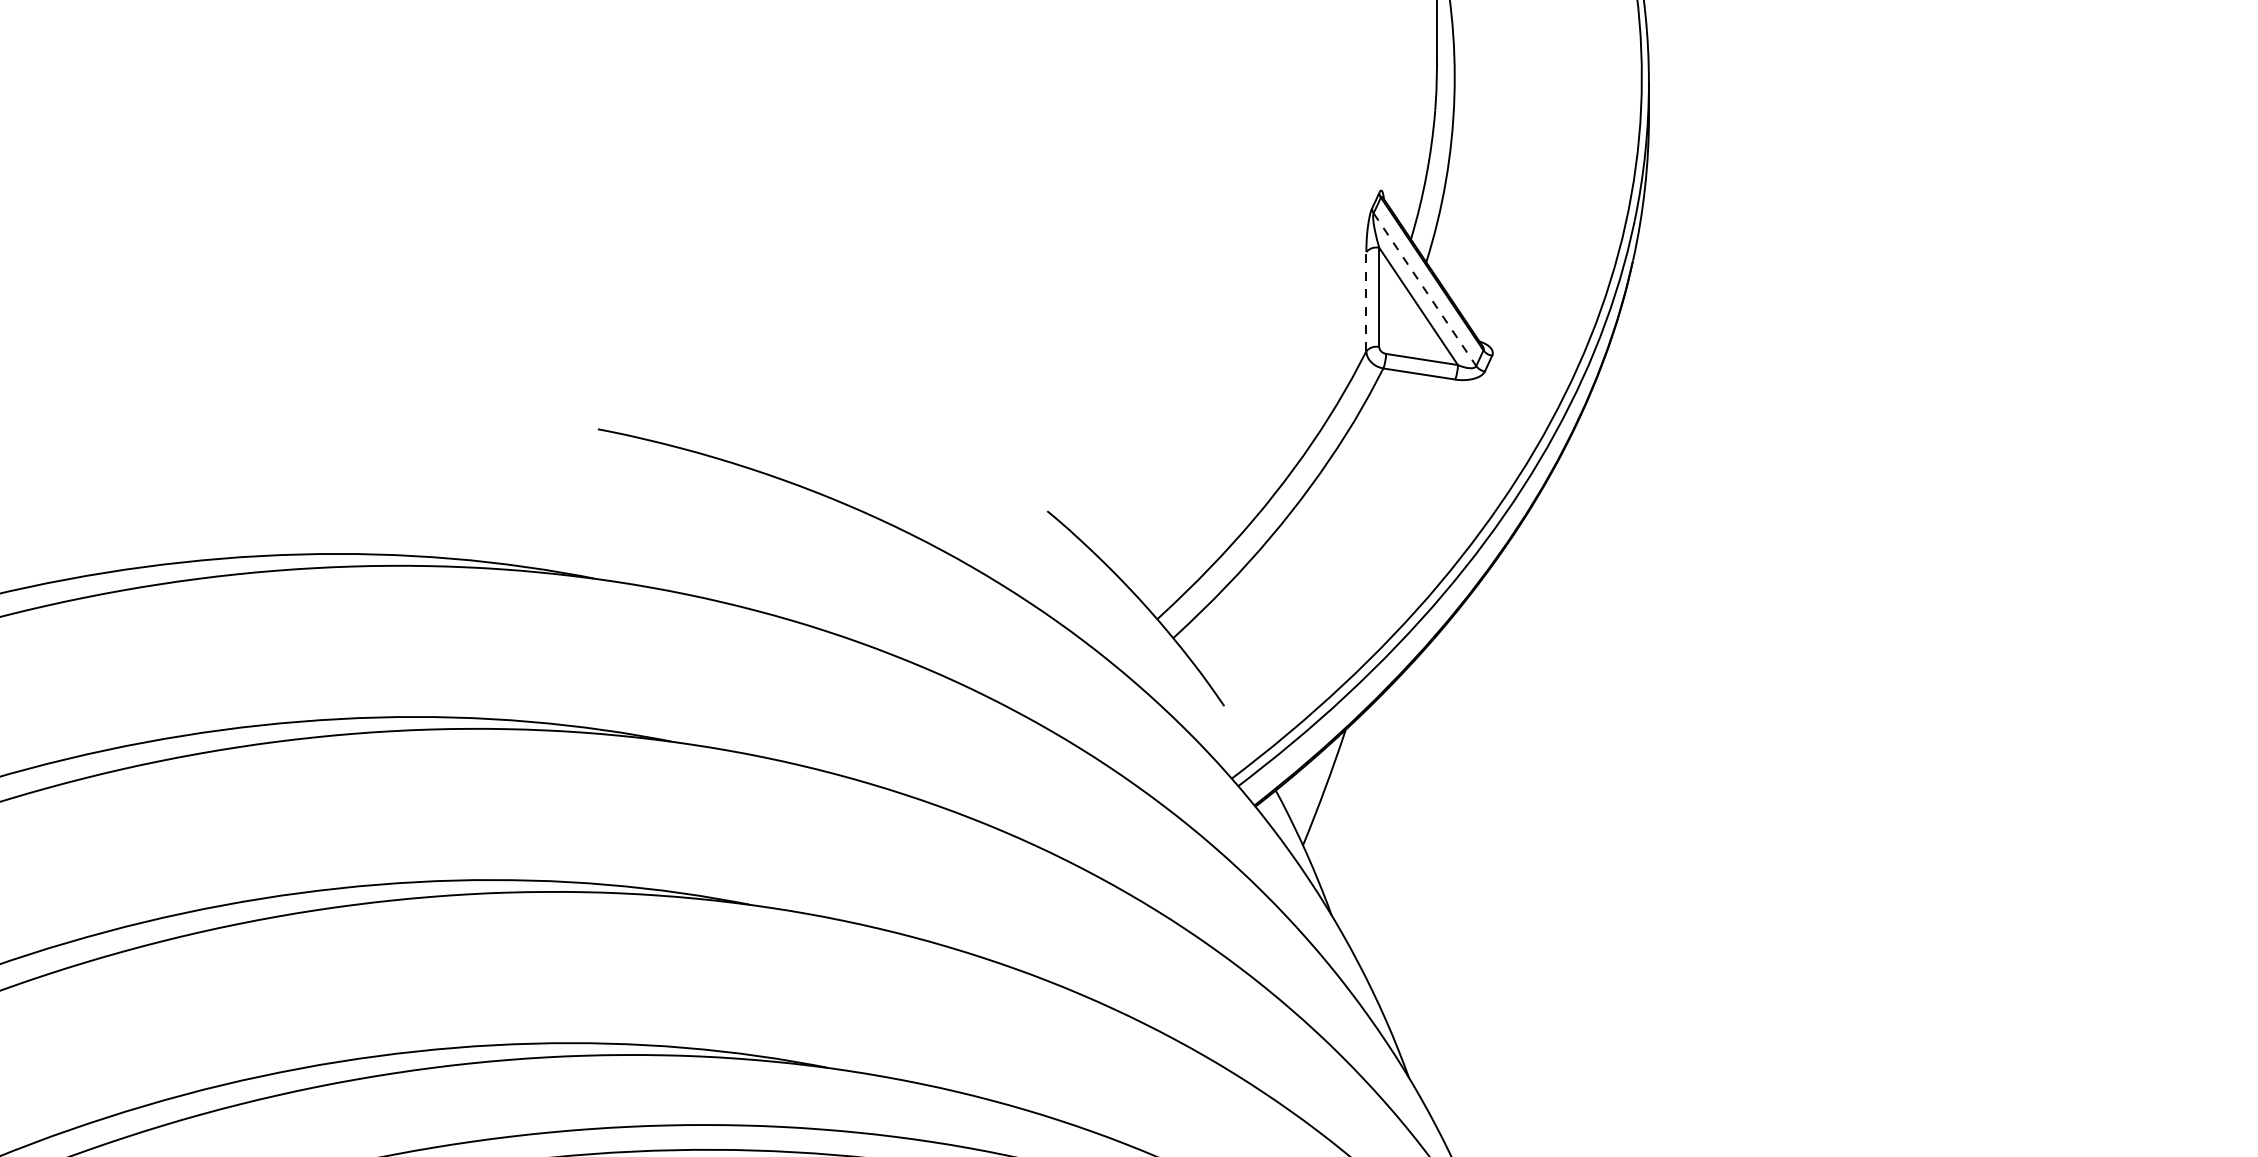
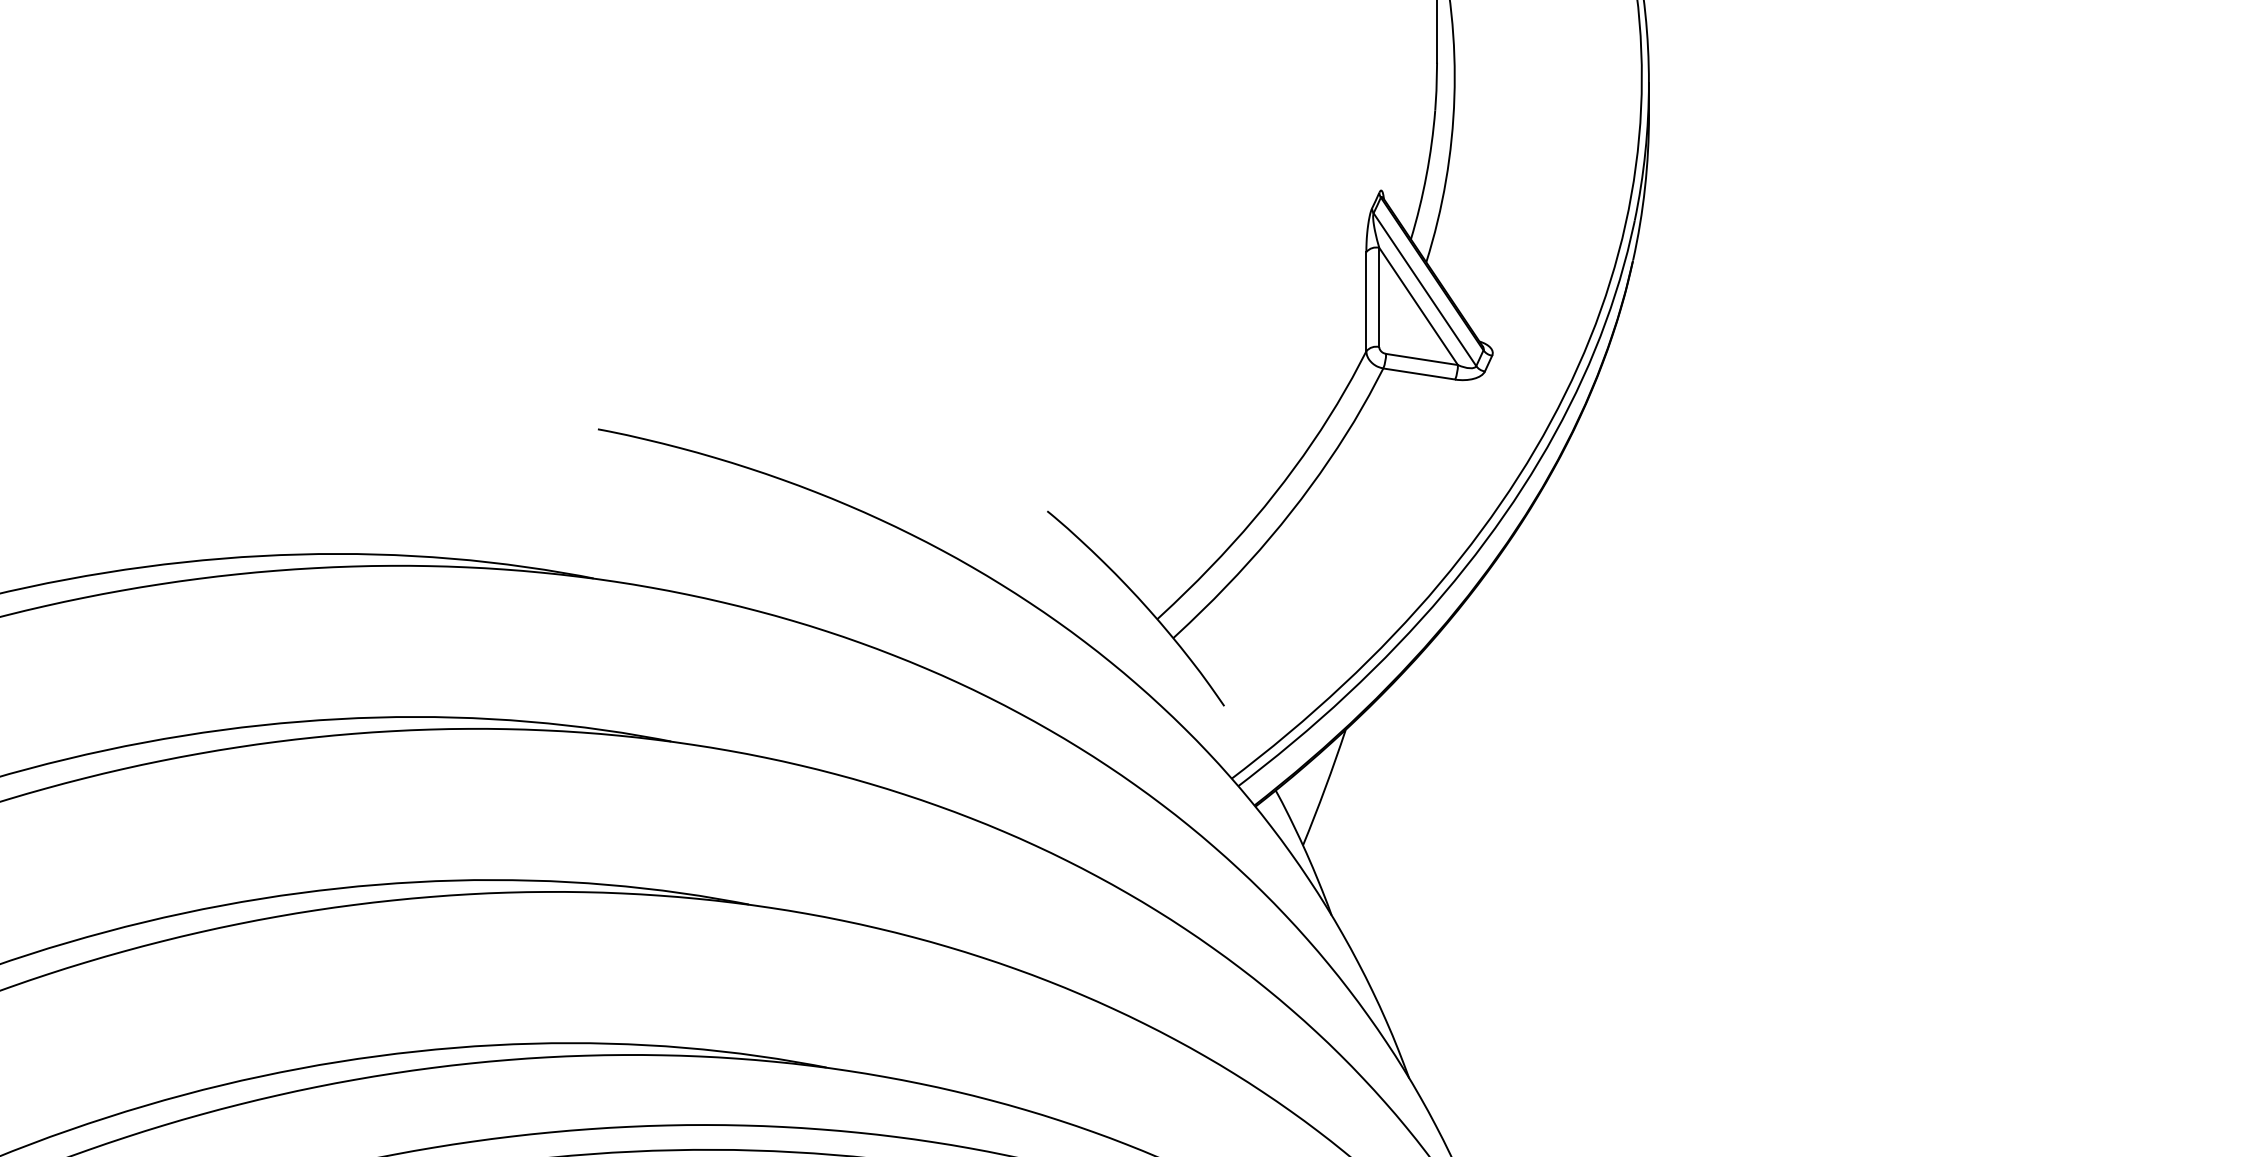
line at (1425, 290): dashed -> solid
line at (1366, 301): dashed -> solid
